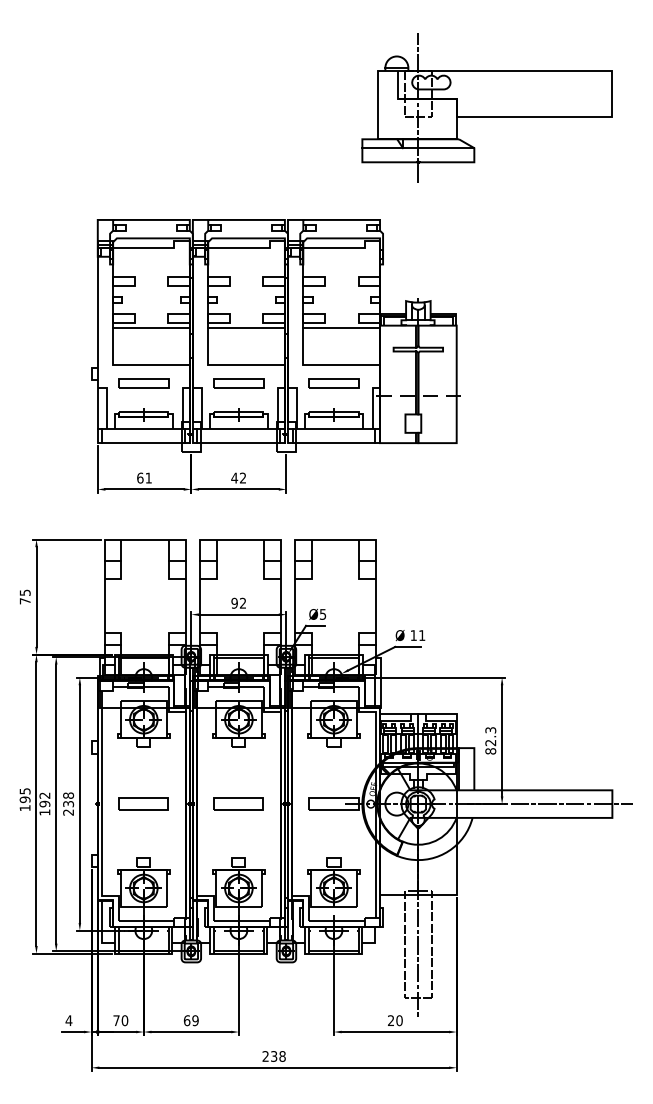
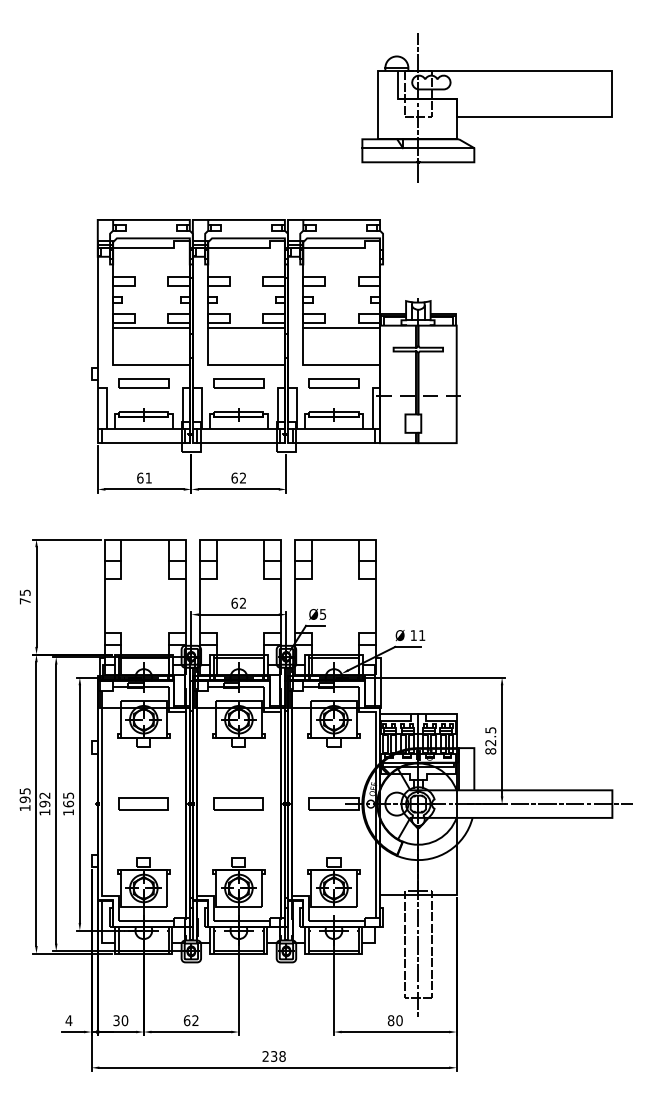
text at (234, 477): 42 -> 62
text at (234, 602): 92 -> 62
text at (490, 730): 82.3 -> 82.5
text at (68, 803): 238 -> 165
text at (116, 1020): 70 -> 30
text at (195, 1020): 69 -> 62
text at (390, 1020): 20 -> 80
